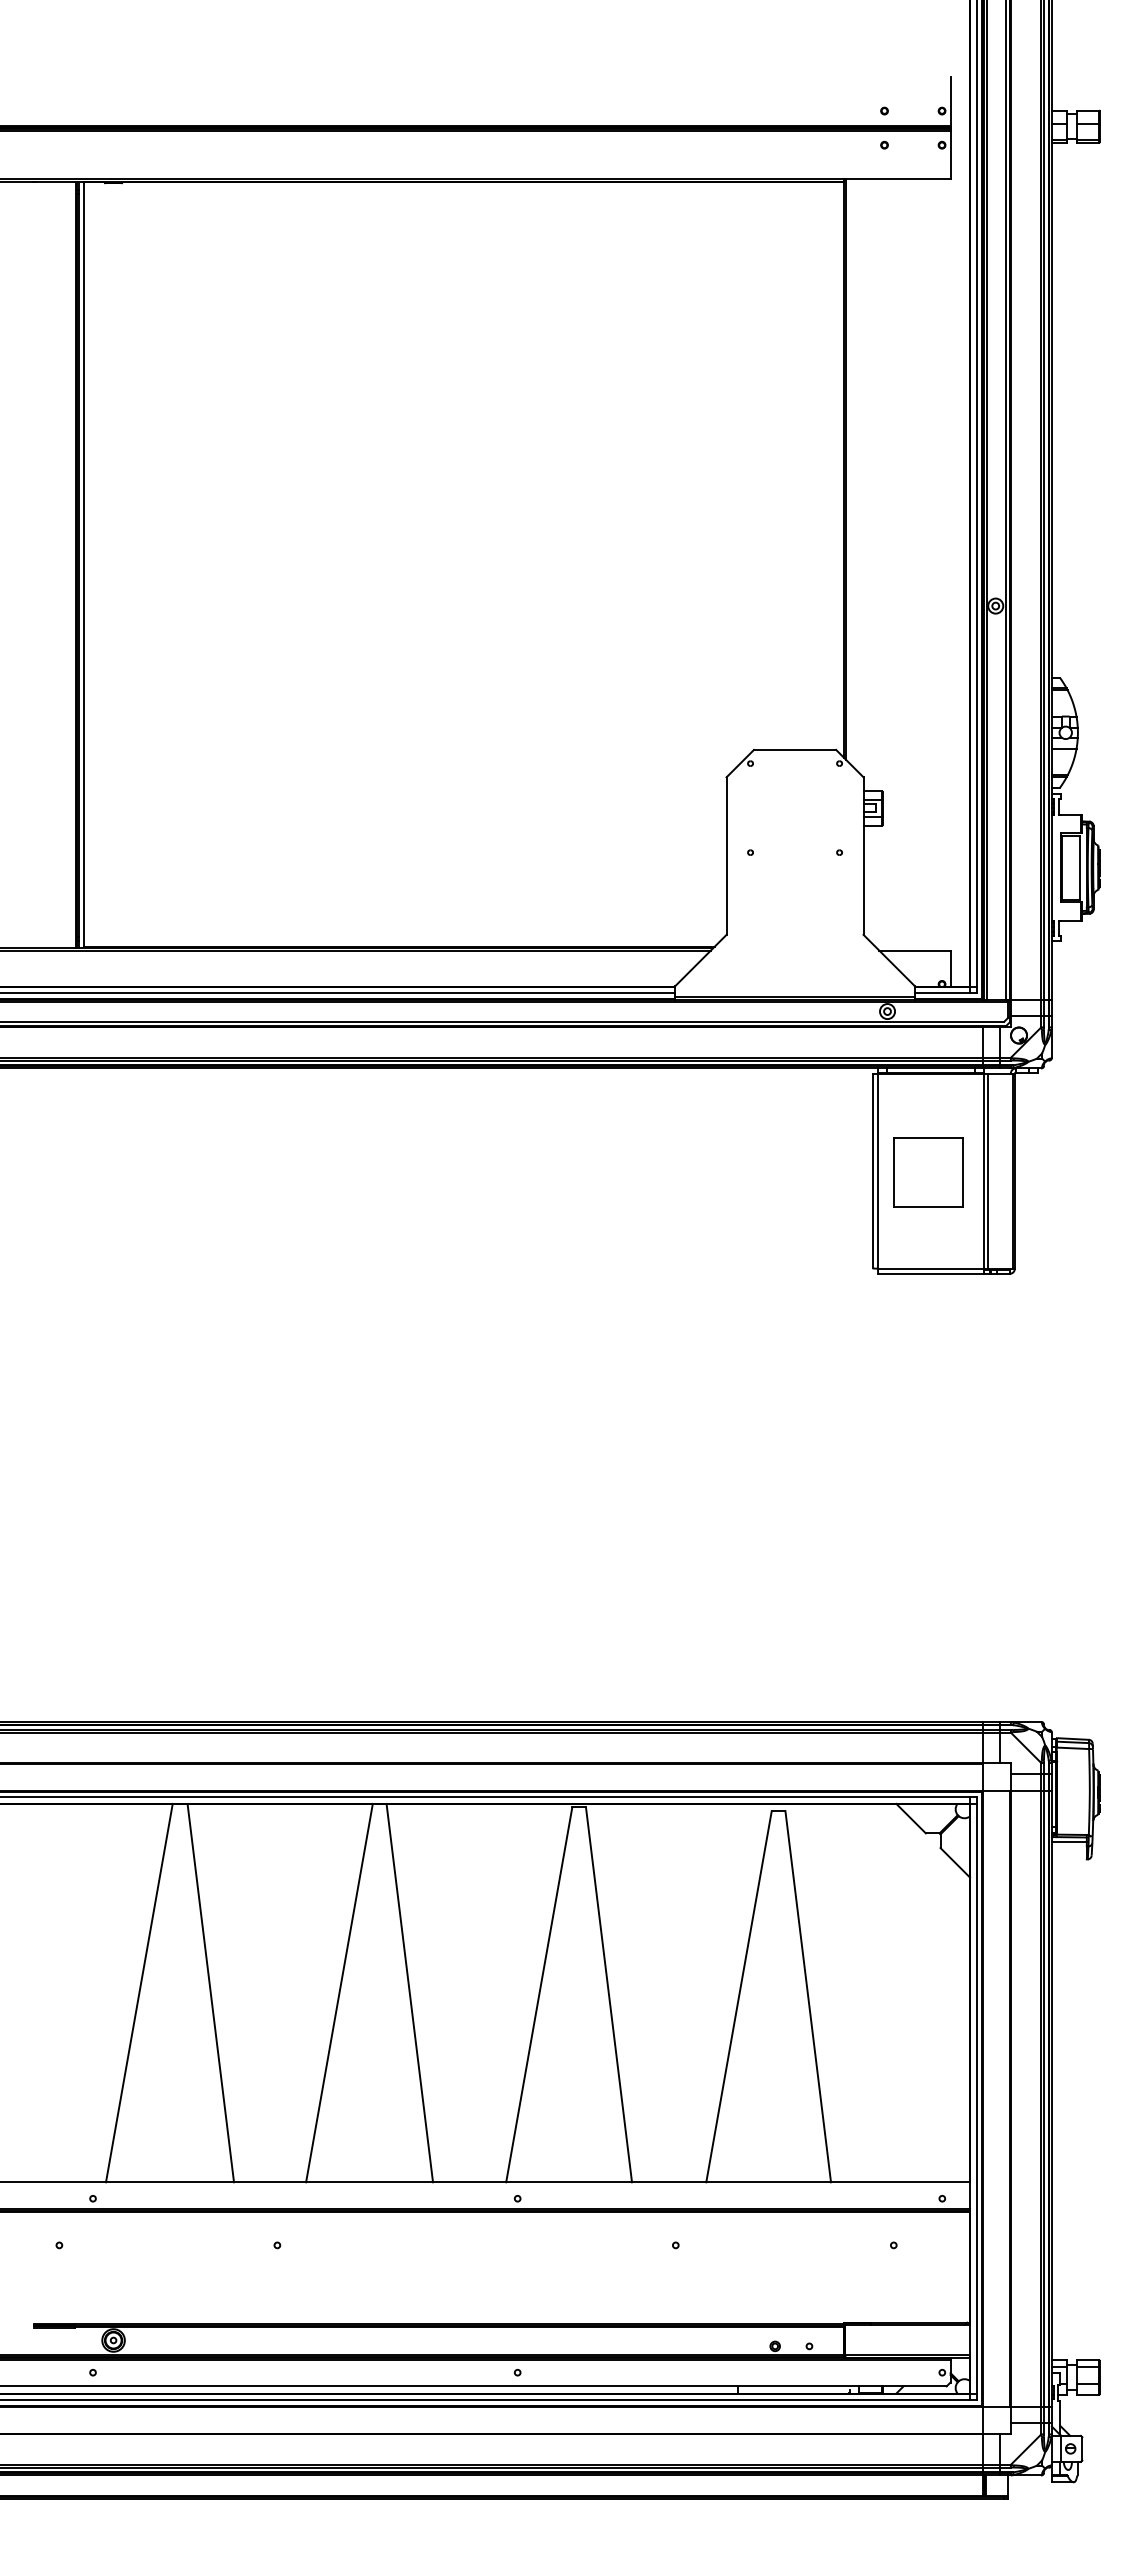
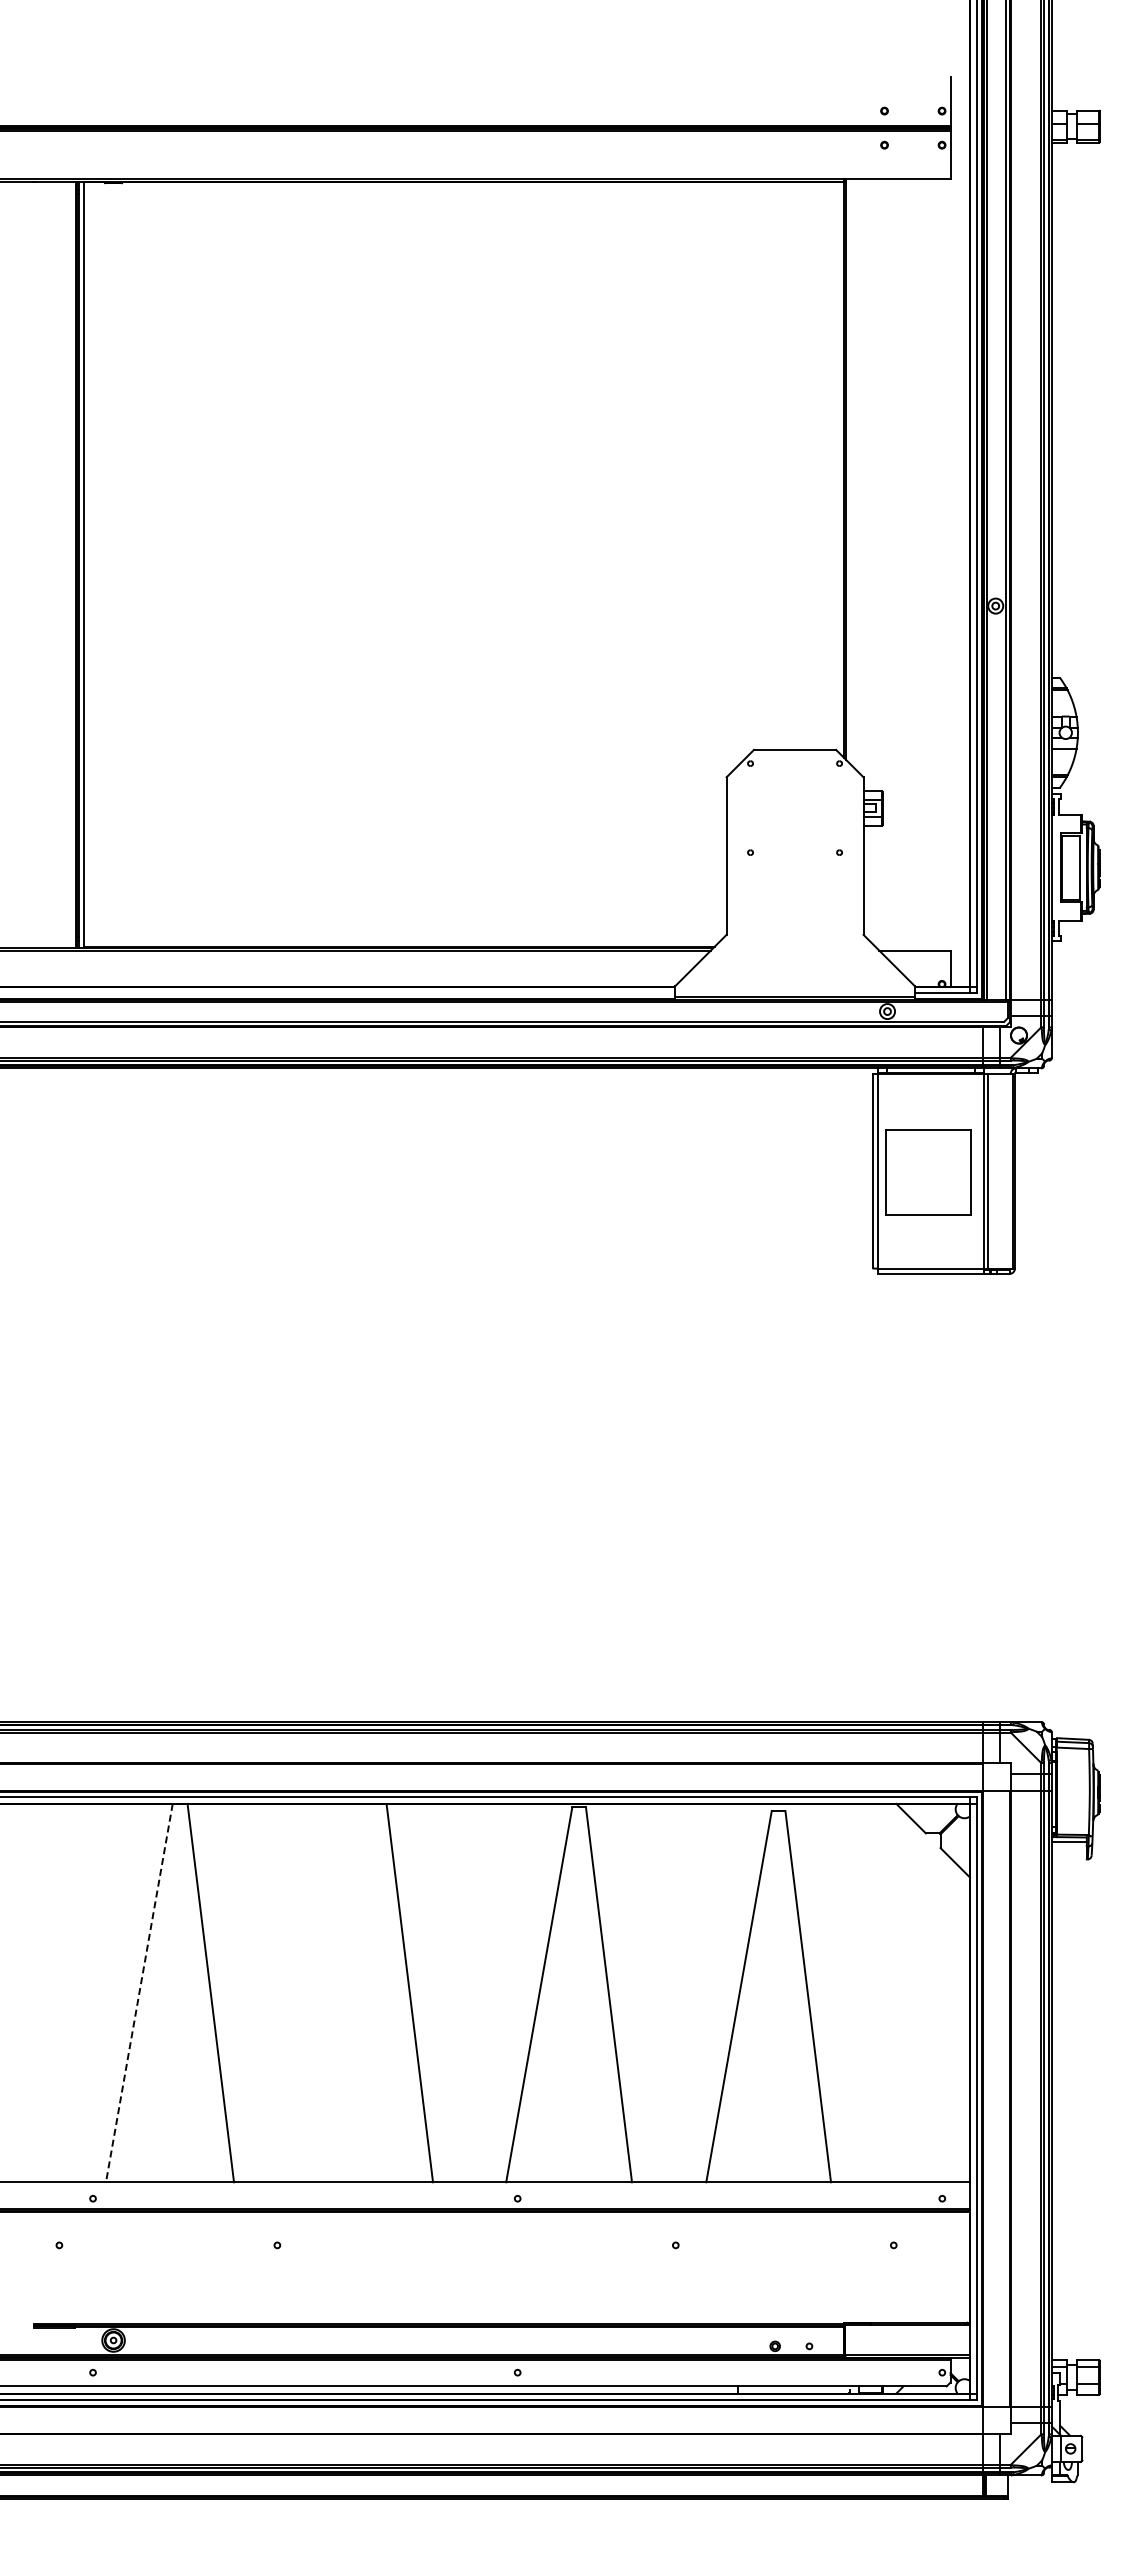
line at (338, 993): present -> none
part at (928, 1172) size: 71x71 px -> 87x87 px
line at (339, 1992): present -> none
line at (139, 1993): solid -> dashed
